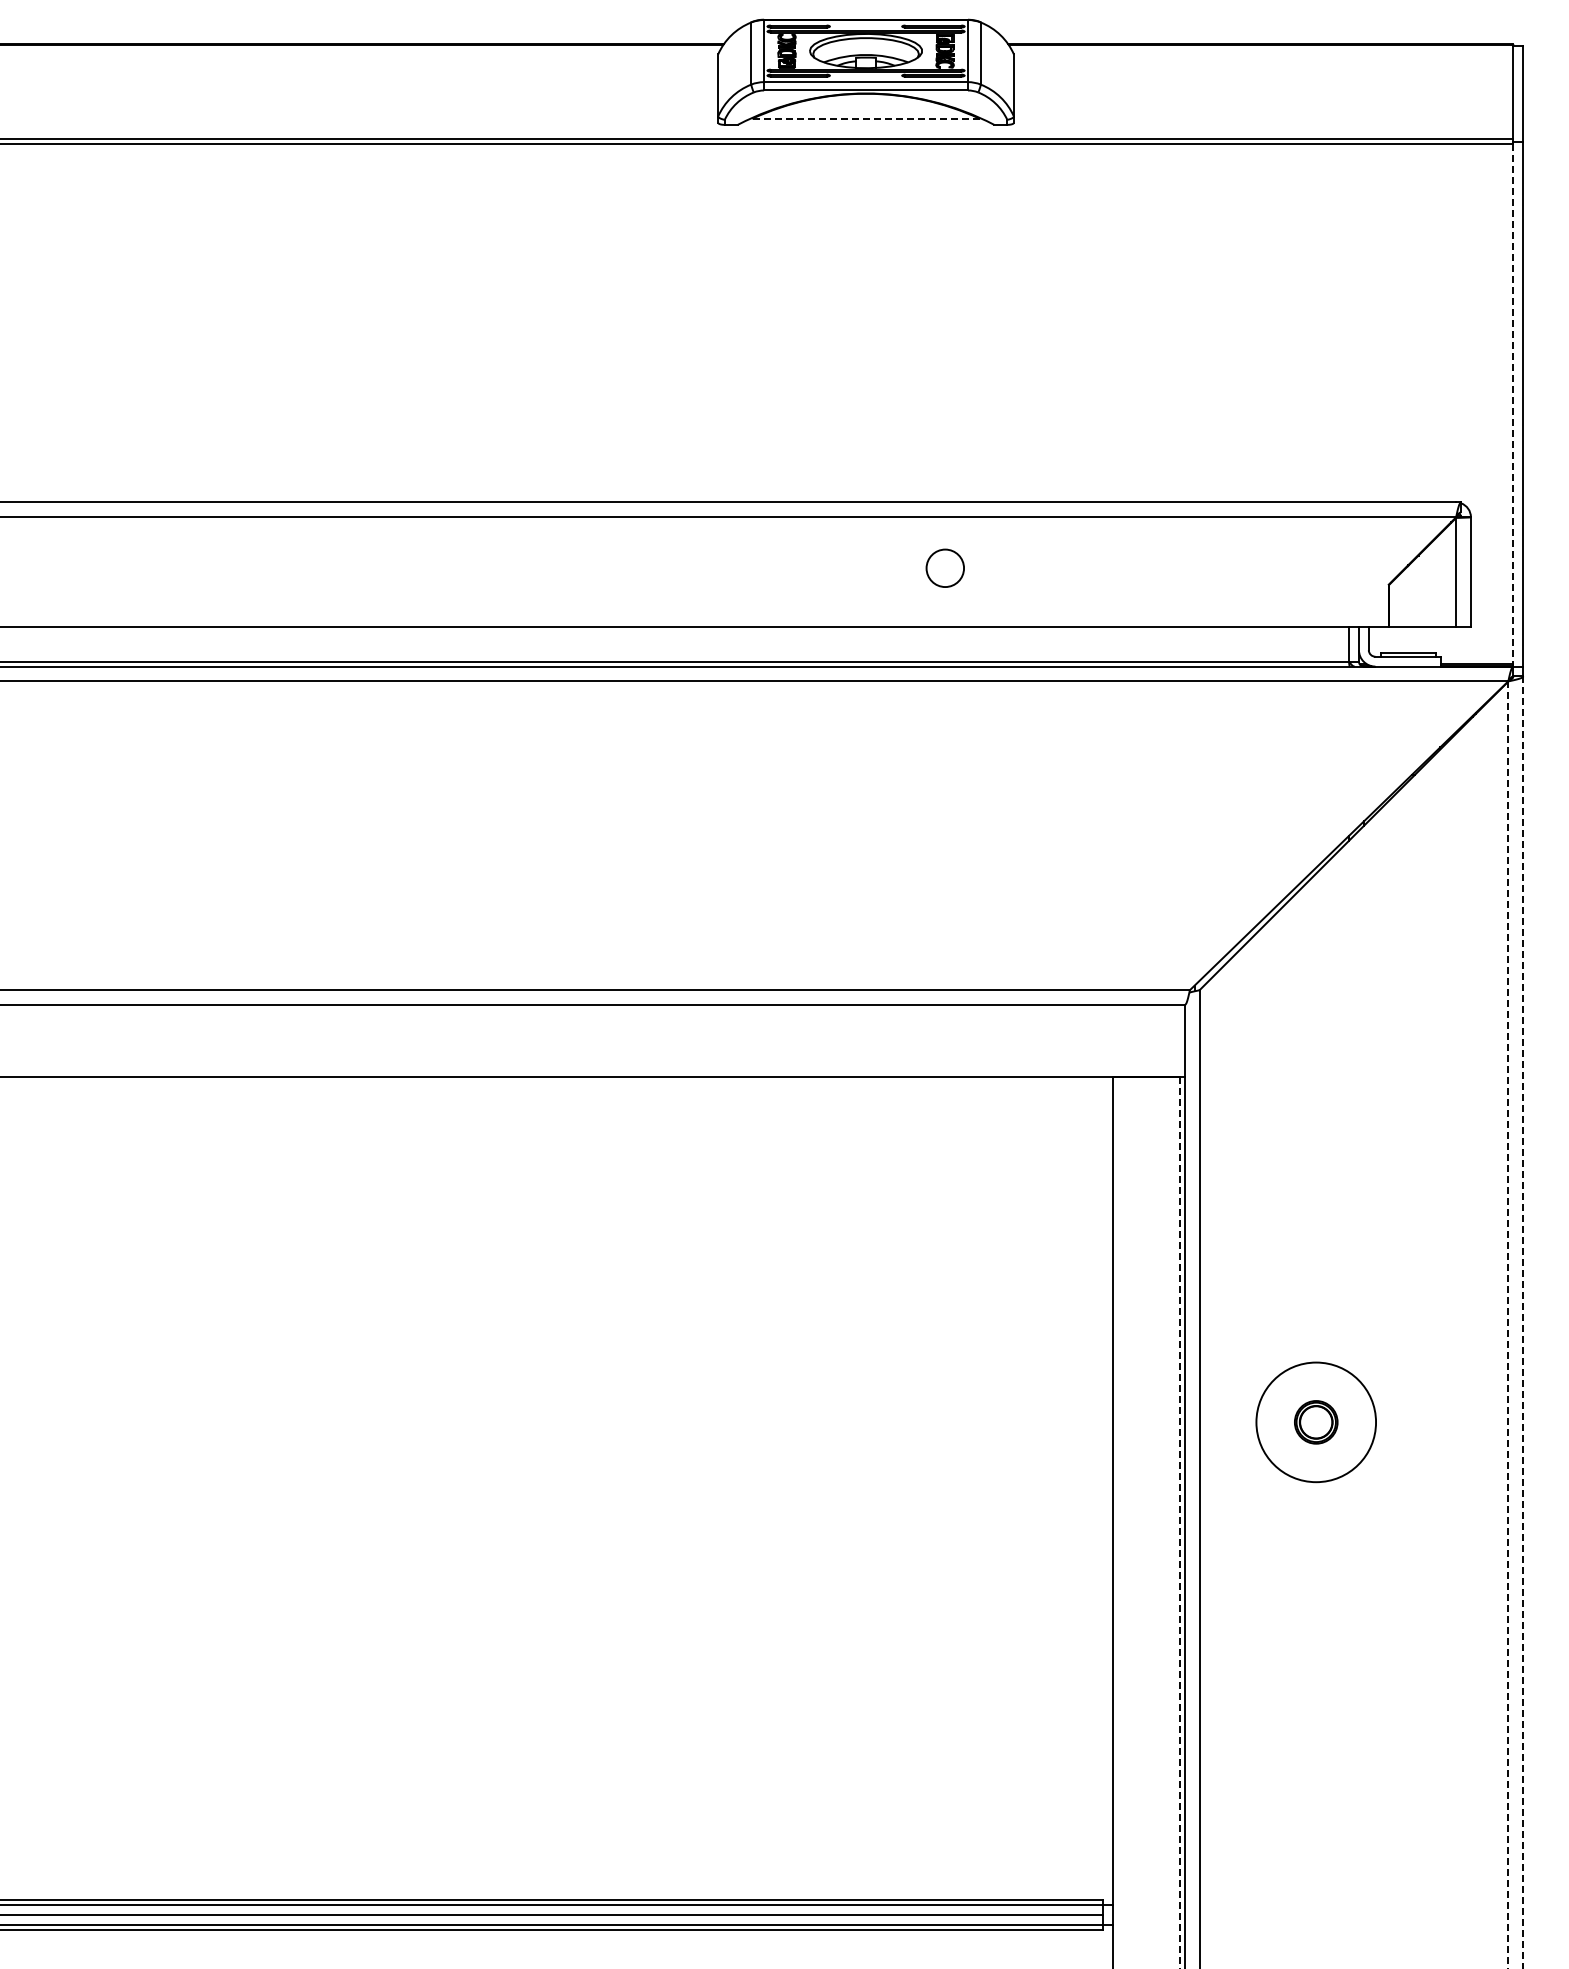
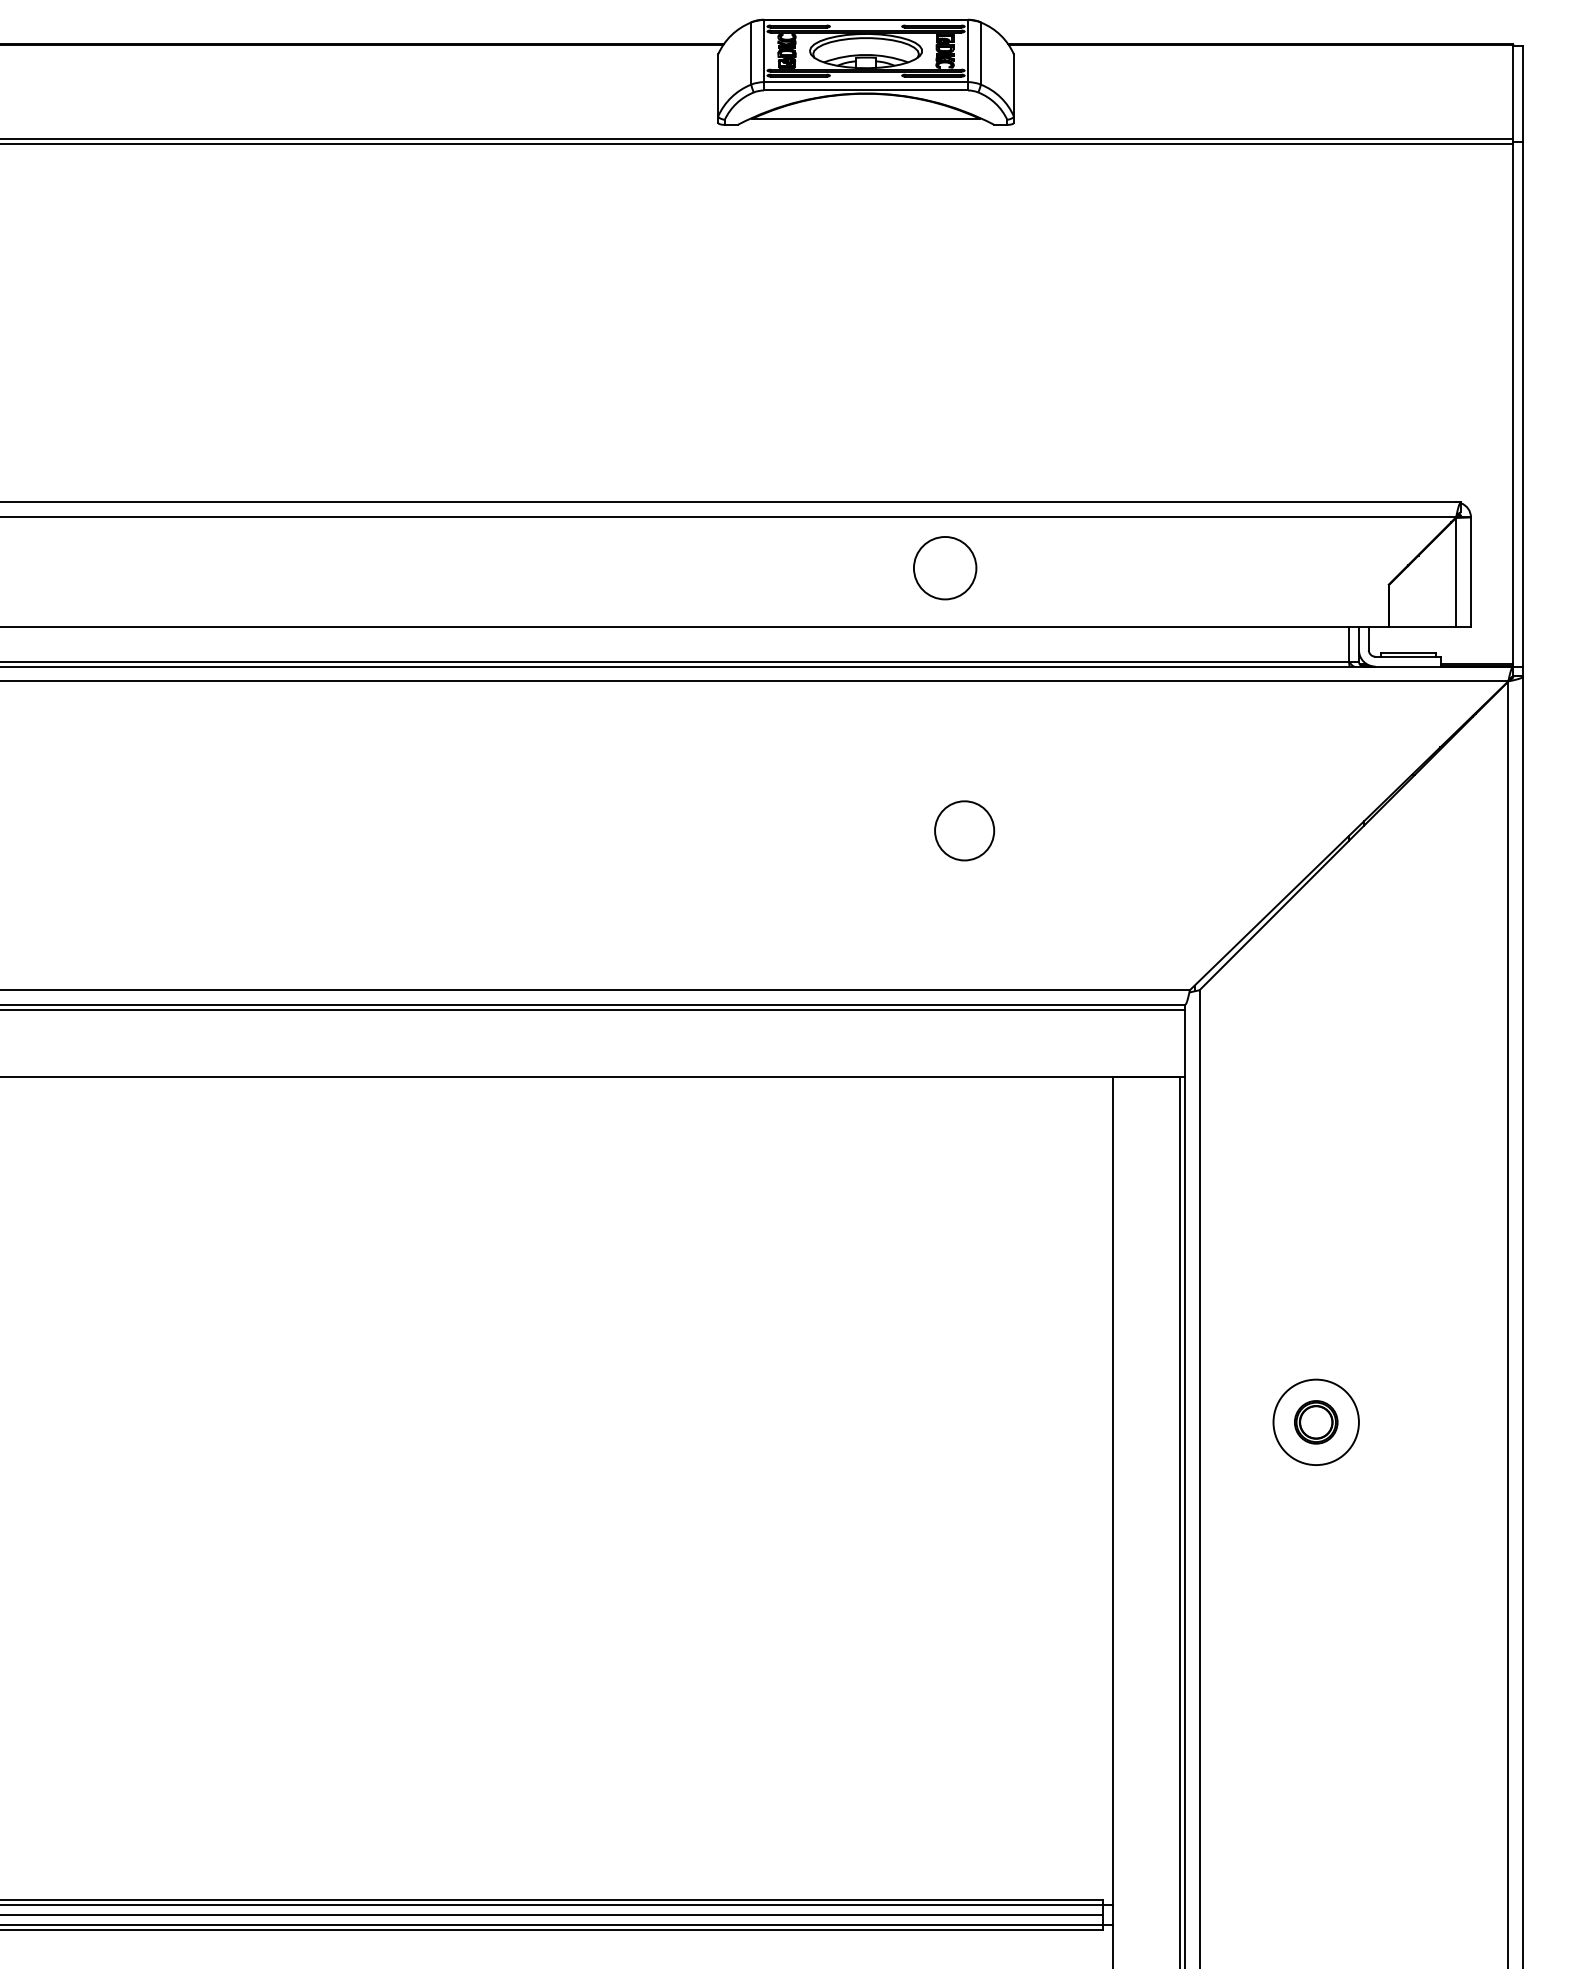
line at (866, 118): dashed -> solid
line at (1513, 404): dashed -> solid
circle at (944, 567) size: 40x40 px -> 65x65 px
circle at (964, 830): none -> present
line at (593, 1009): none -> present
line at (1523, 1322): dashed -> solid
line at (1508, 1325): dashed -> solid
circle at (1316, 1422) diameter: 120 px -> 85 px
line at (1179, 1523): dashed -> solid
